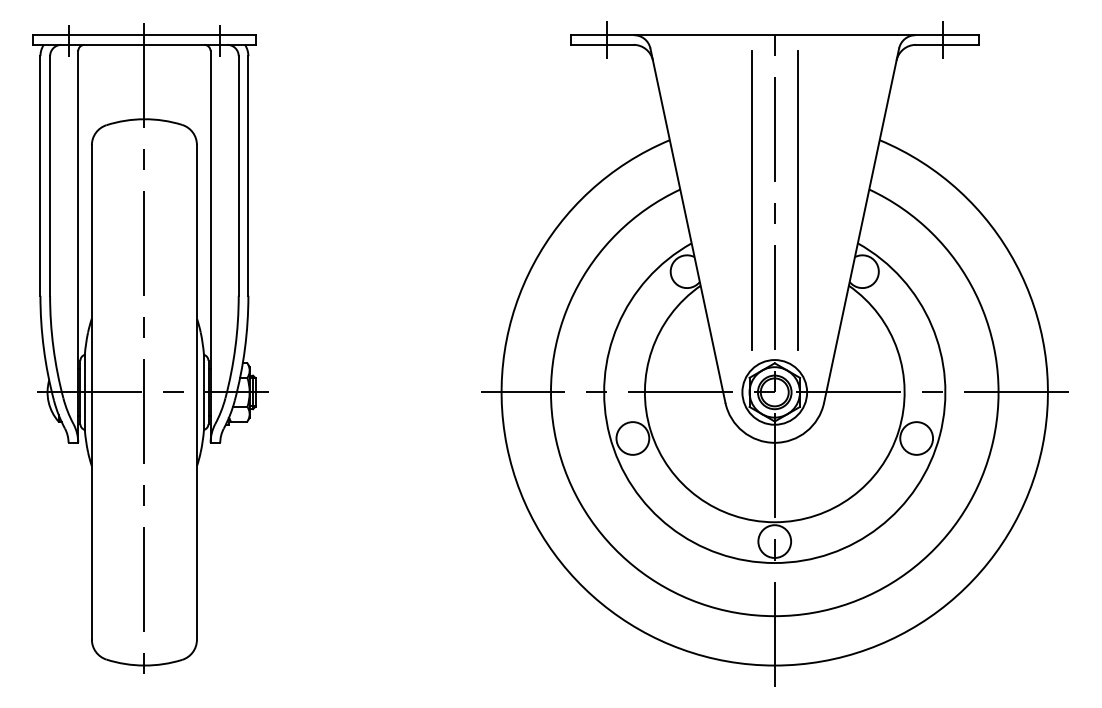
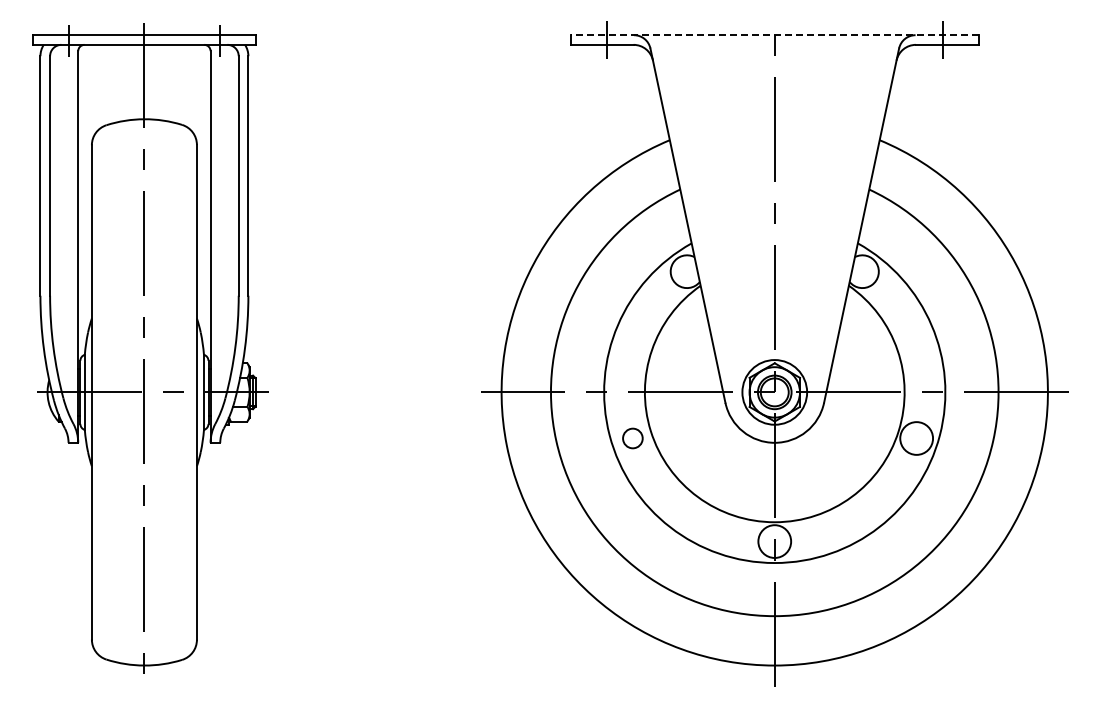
line at (774, 35): solid -> dashed
line at (751, 200): present -> none
line at (797, 200): present -> none
circle at (632, 438) diameter: 33 px -> 20 px
